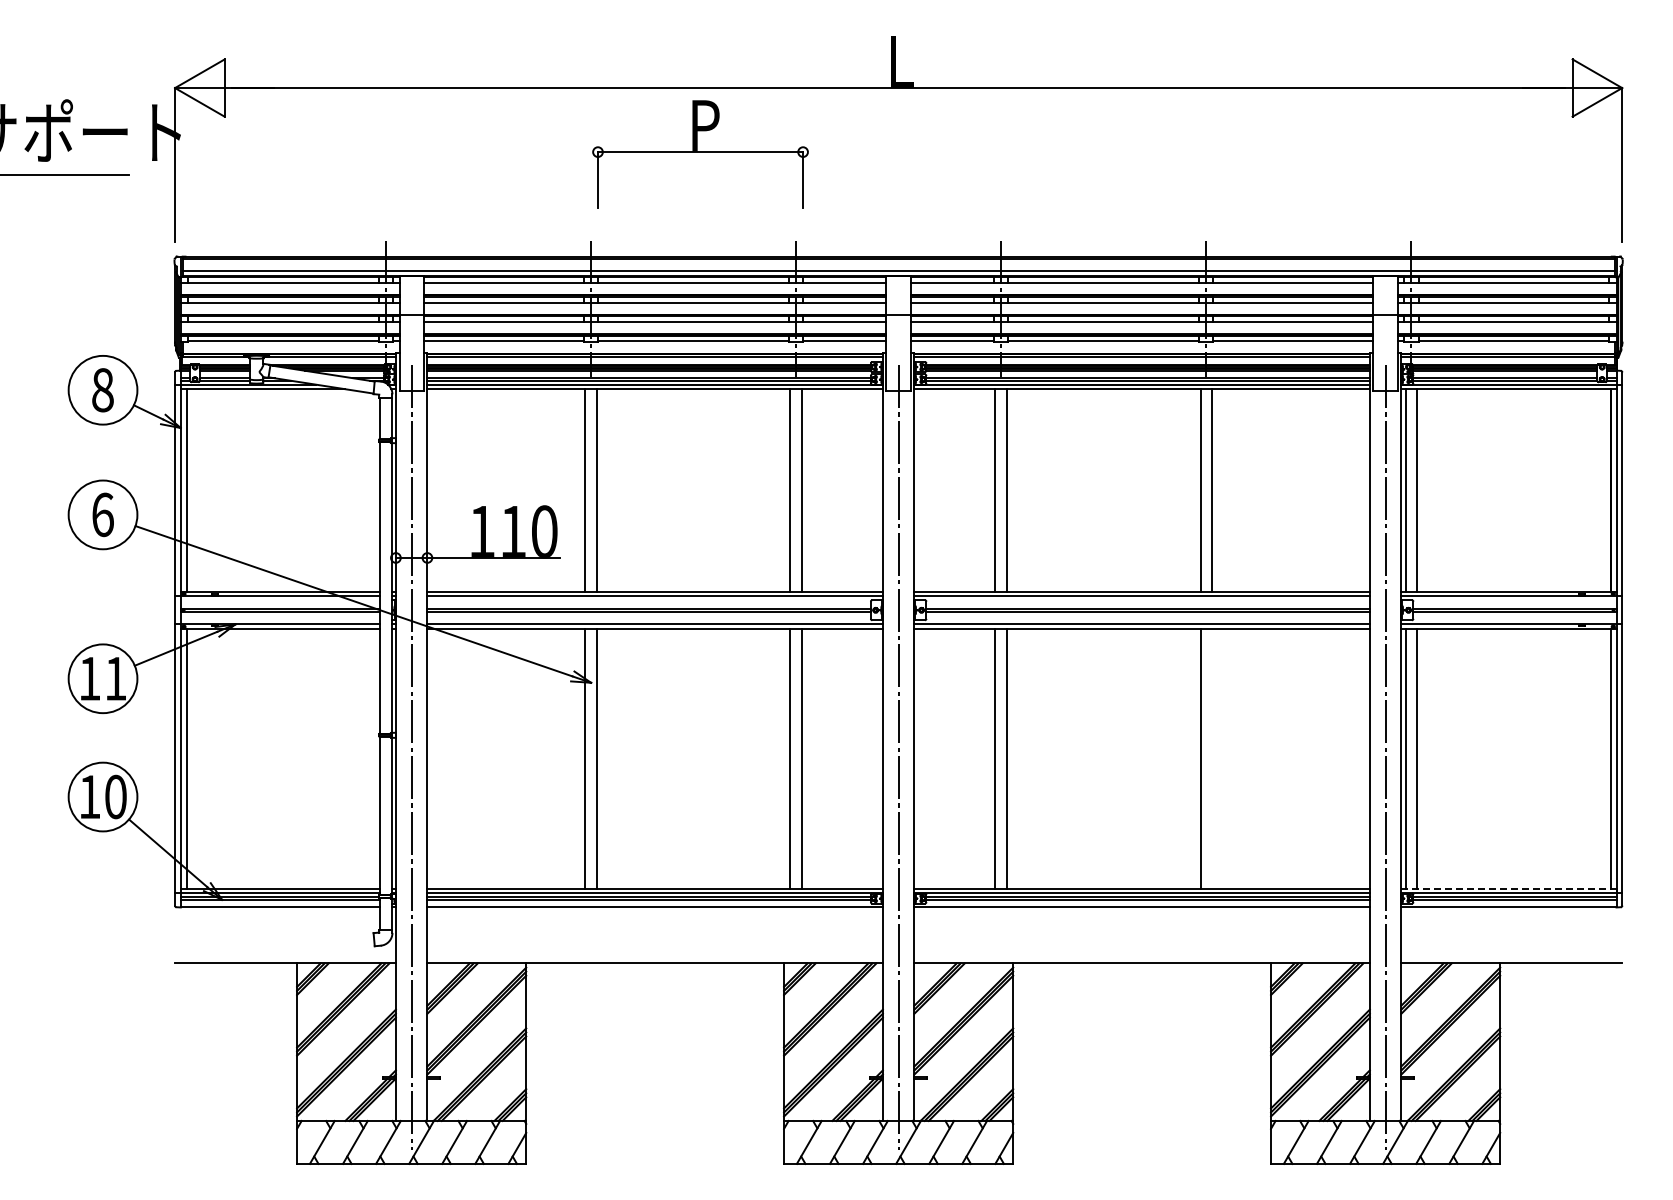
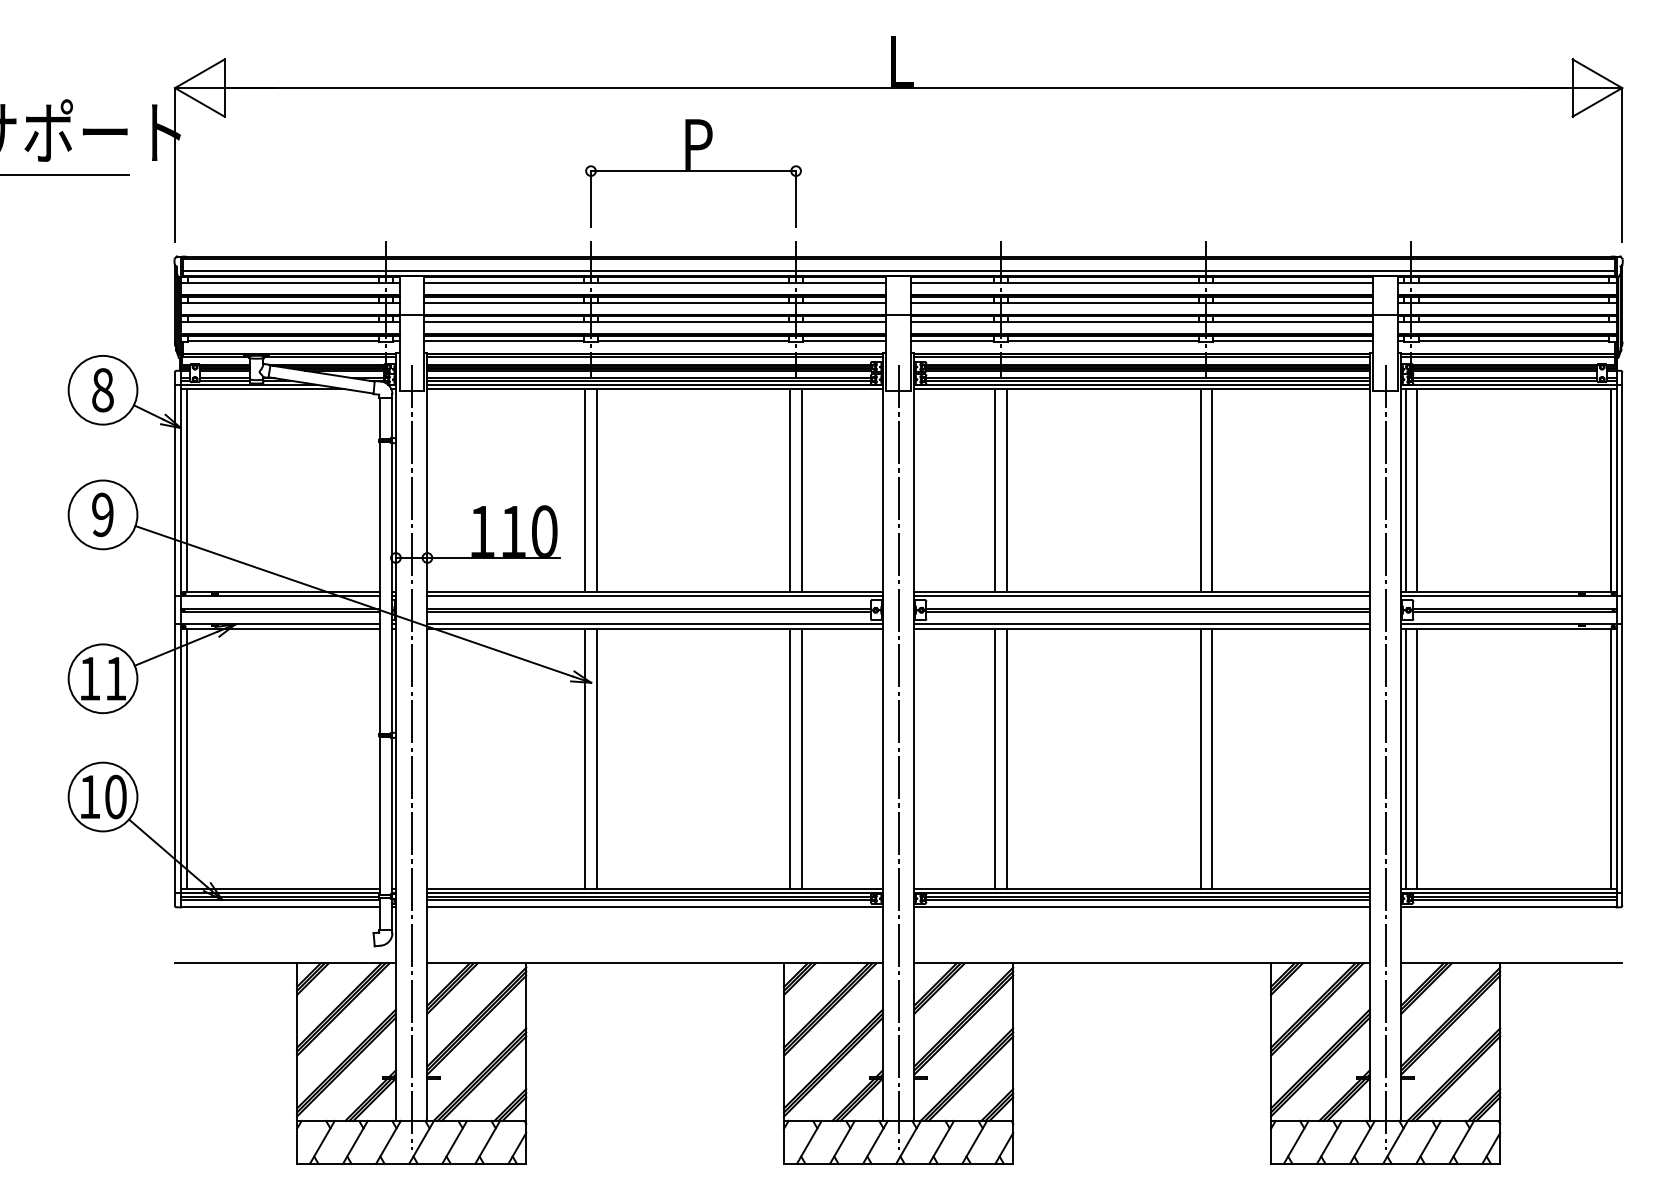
part at (700, 154) position: (700, 154) -> (693, 173)
text at (102, 514): 6 -> 9
line at (1212, 758): none -> present
line at (1508, 888): dashed -> solid
